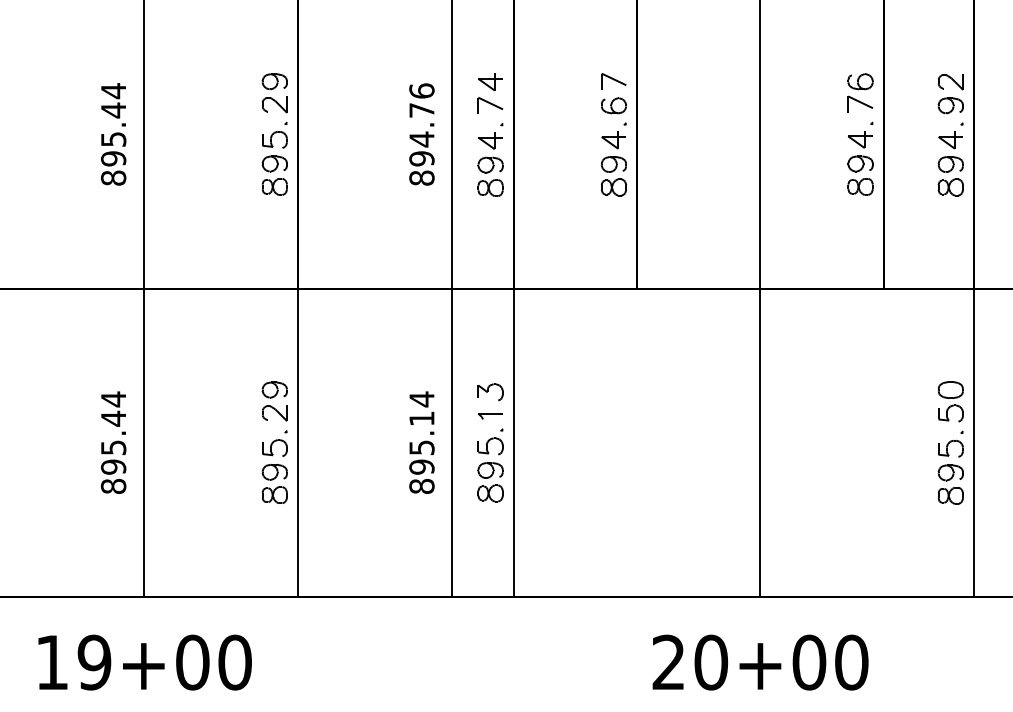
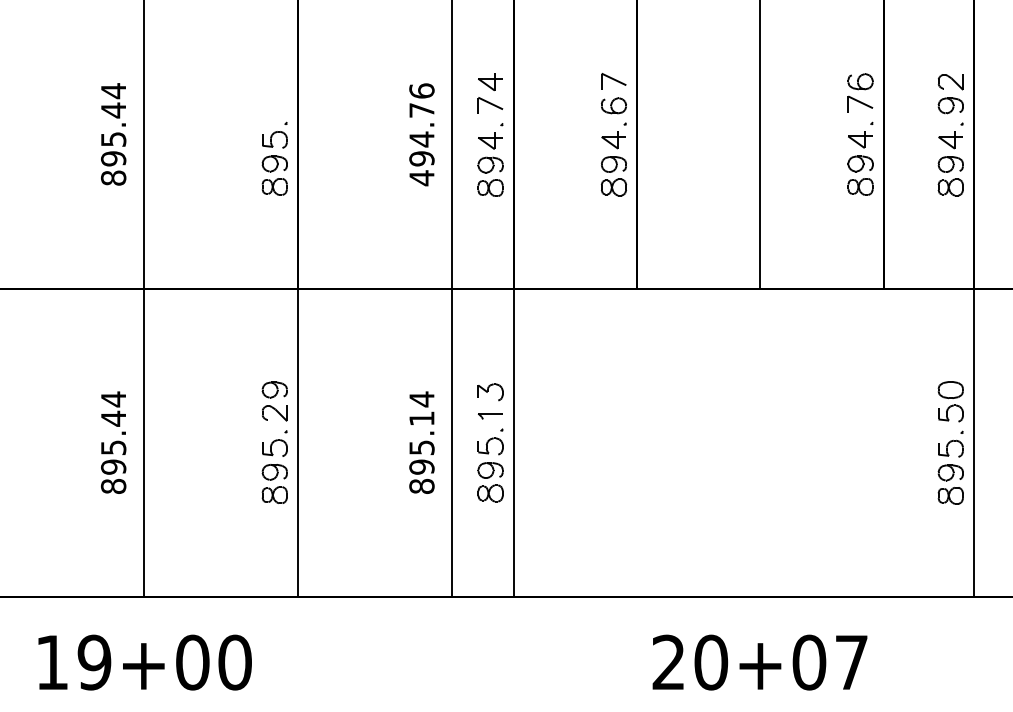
part at (274, 93): present -> none
text at (421, 178): 894.76 -> 494.76
line at (760, 442): present -> none
text at (851, 662): 20+00 -> 20+07
